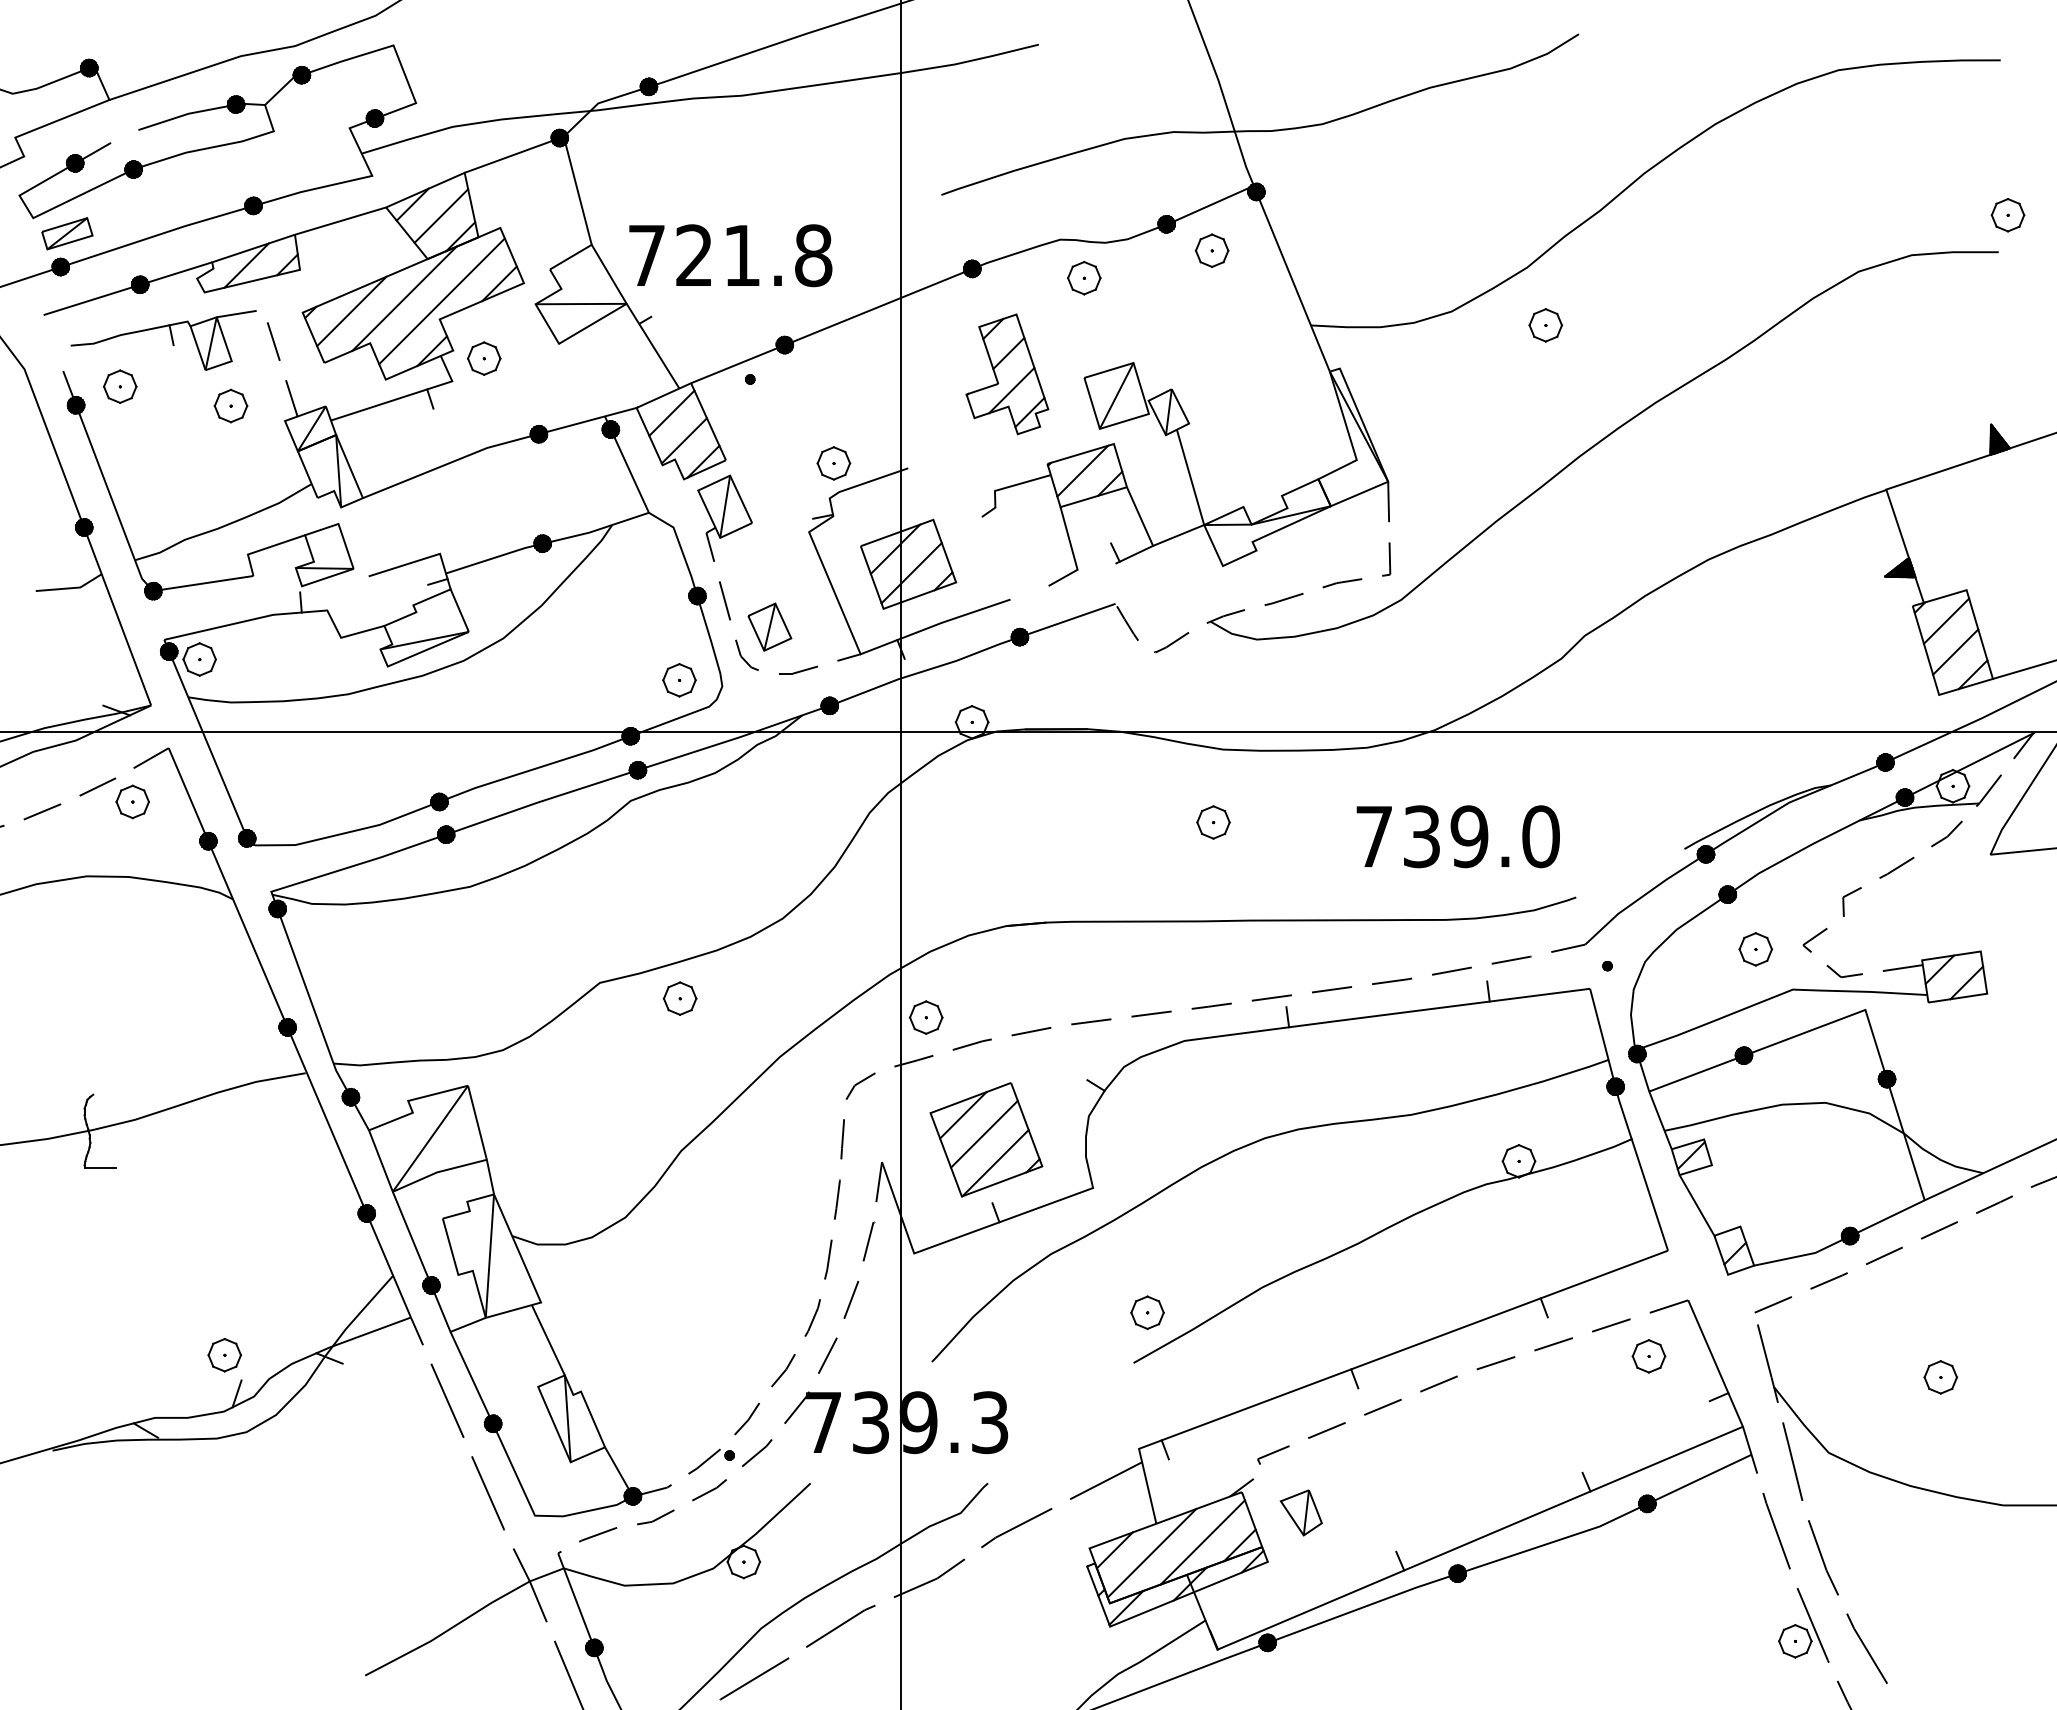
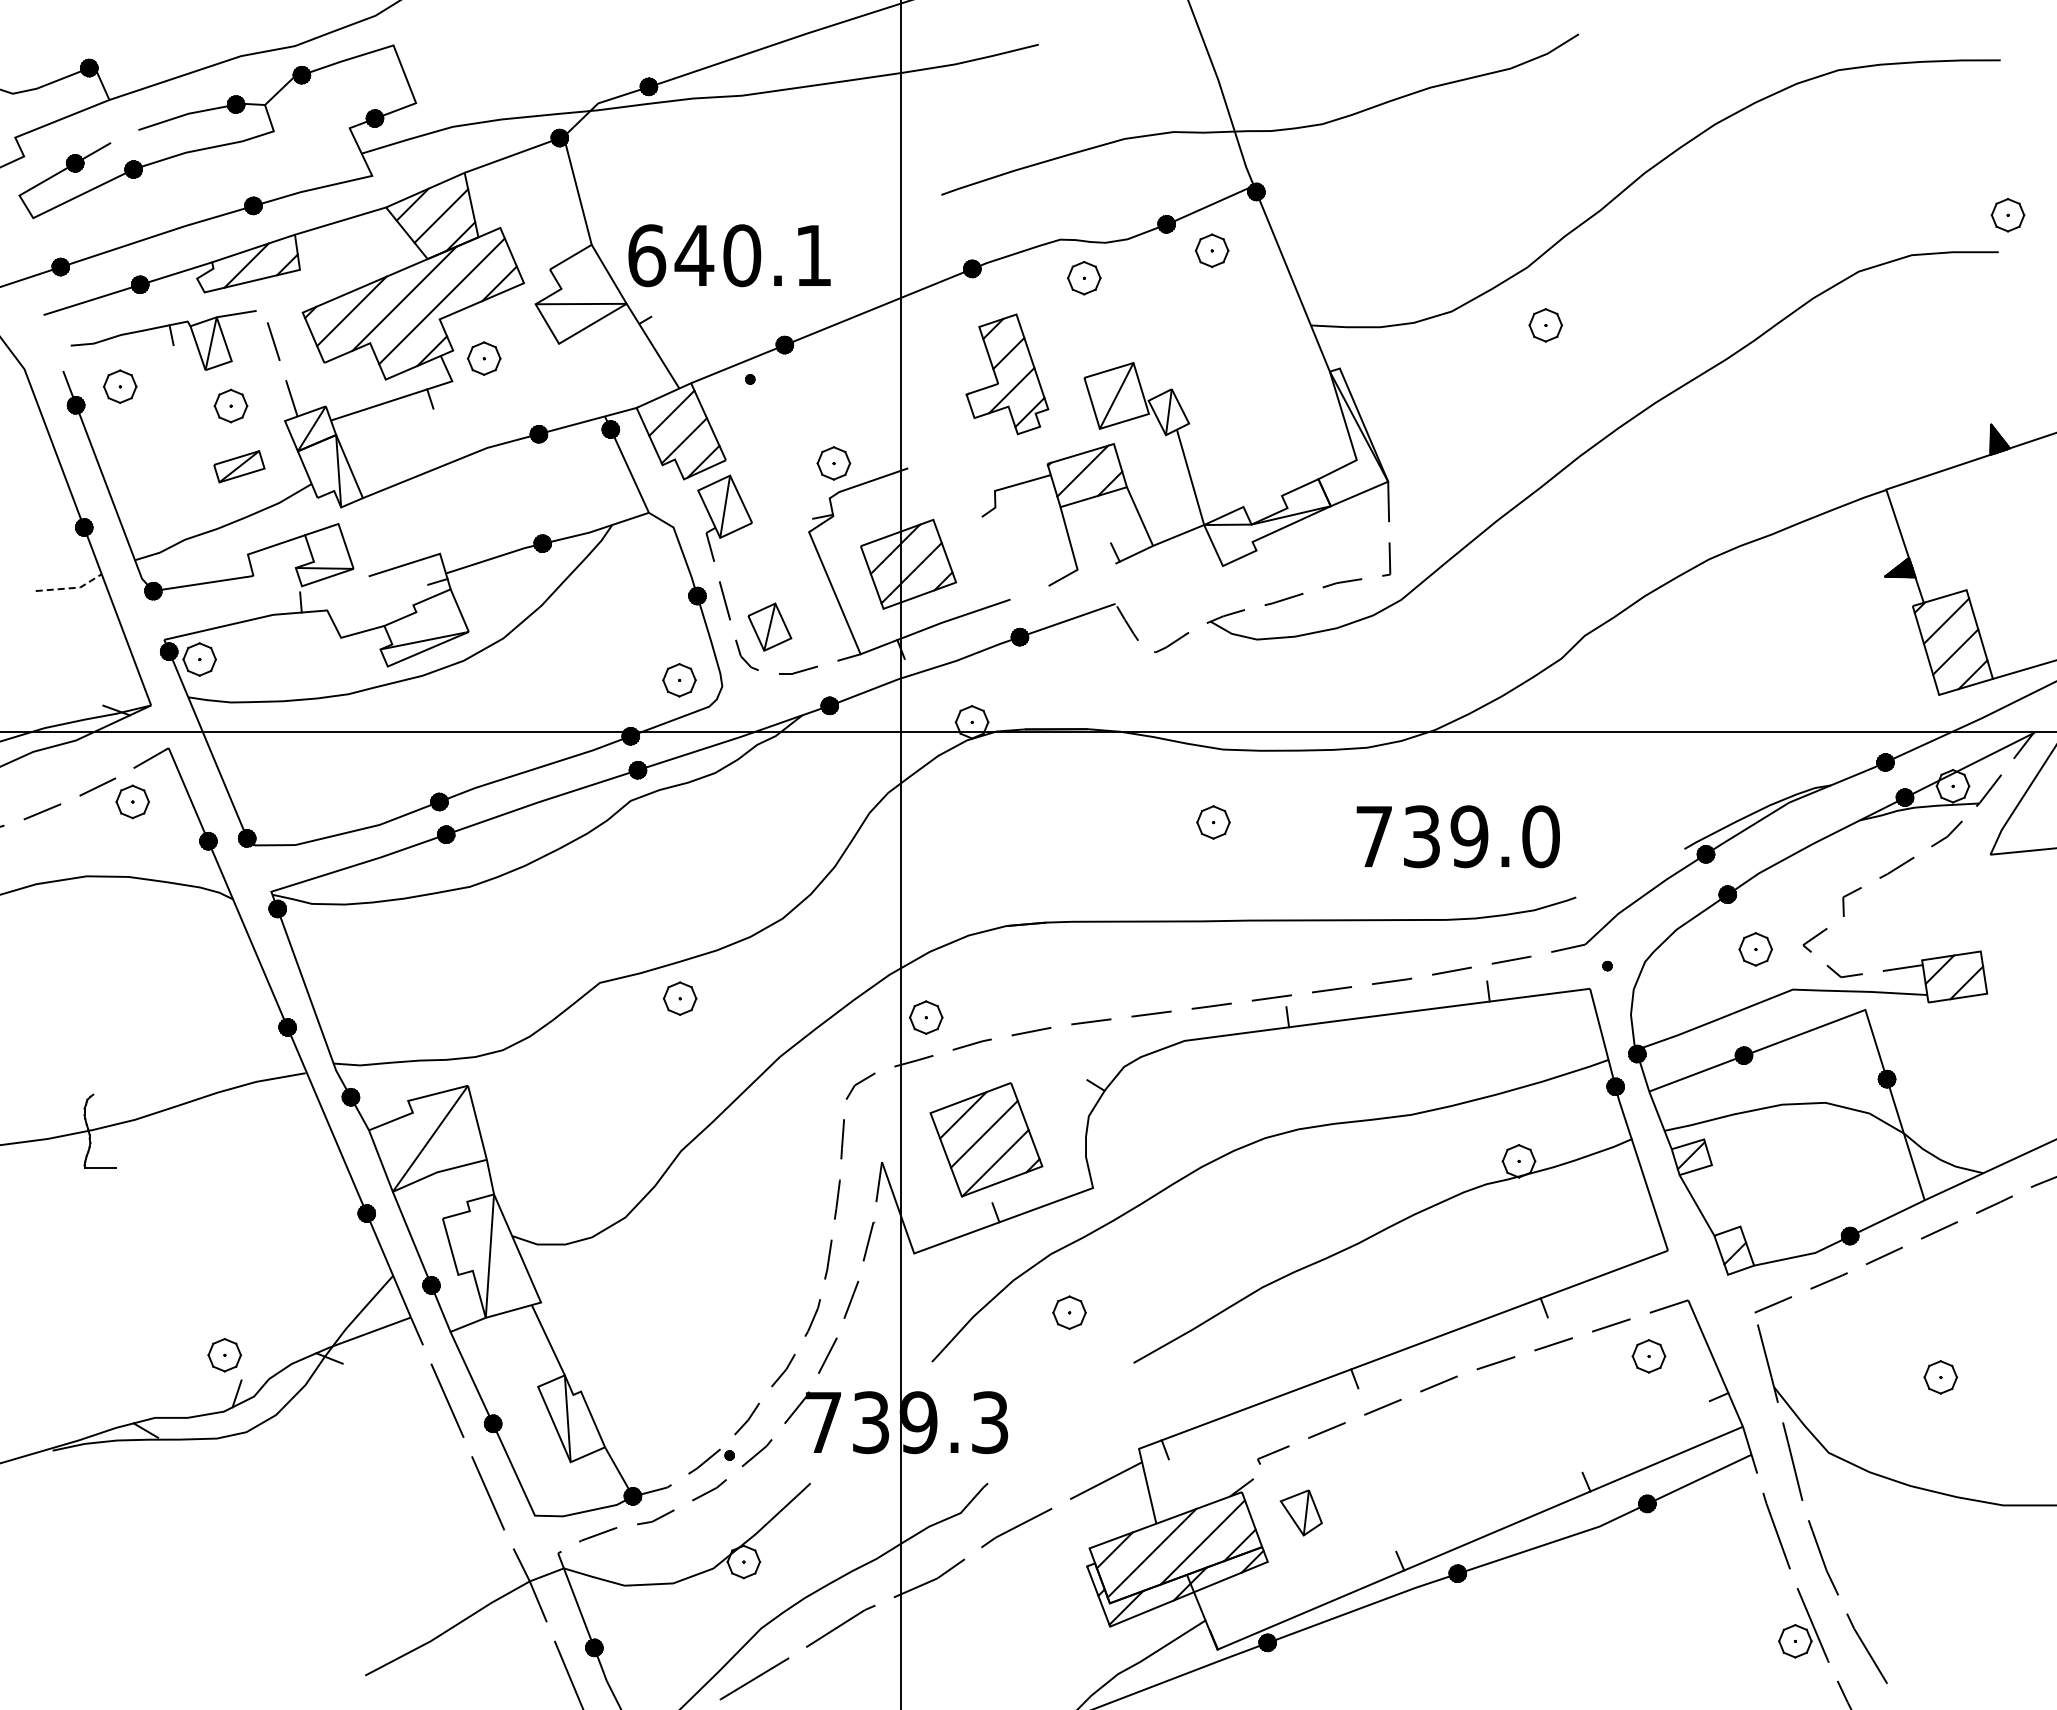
part at (67, 233) position: (67, 233) -> (239, 466)
text at (730, 255): 721.8 -> 640.1
line at (71, 588): solid -> dashed
part at (1147, 1312) position: (1147, 1312) -> (1069, 1312)
